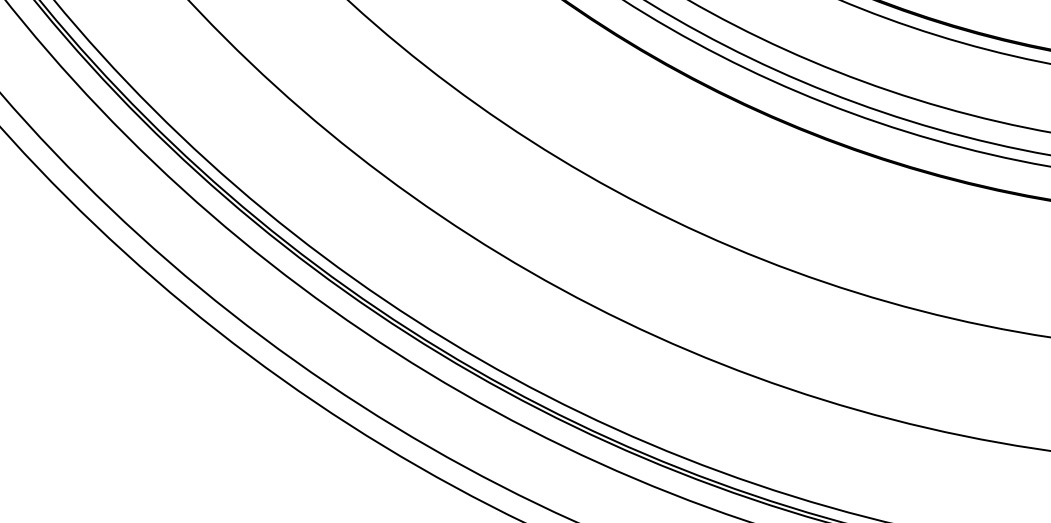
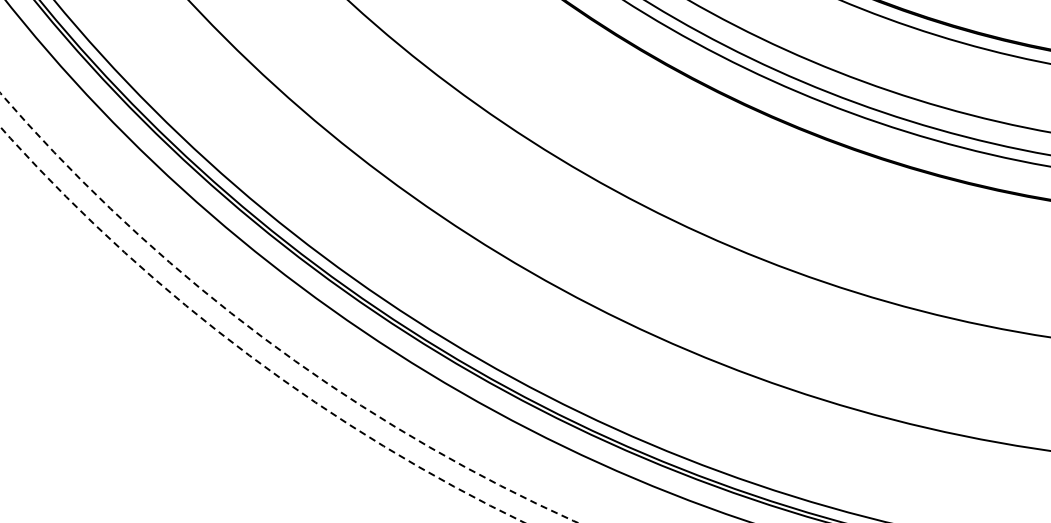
circle at (288, 307): solid -> dashed
circle at (262, 324): solid -> dashed
